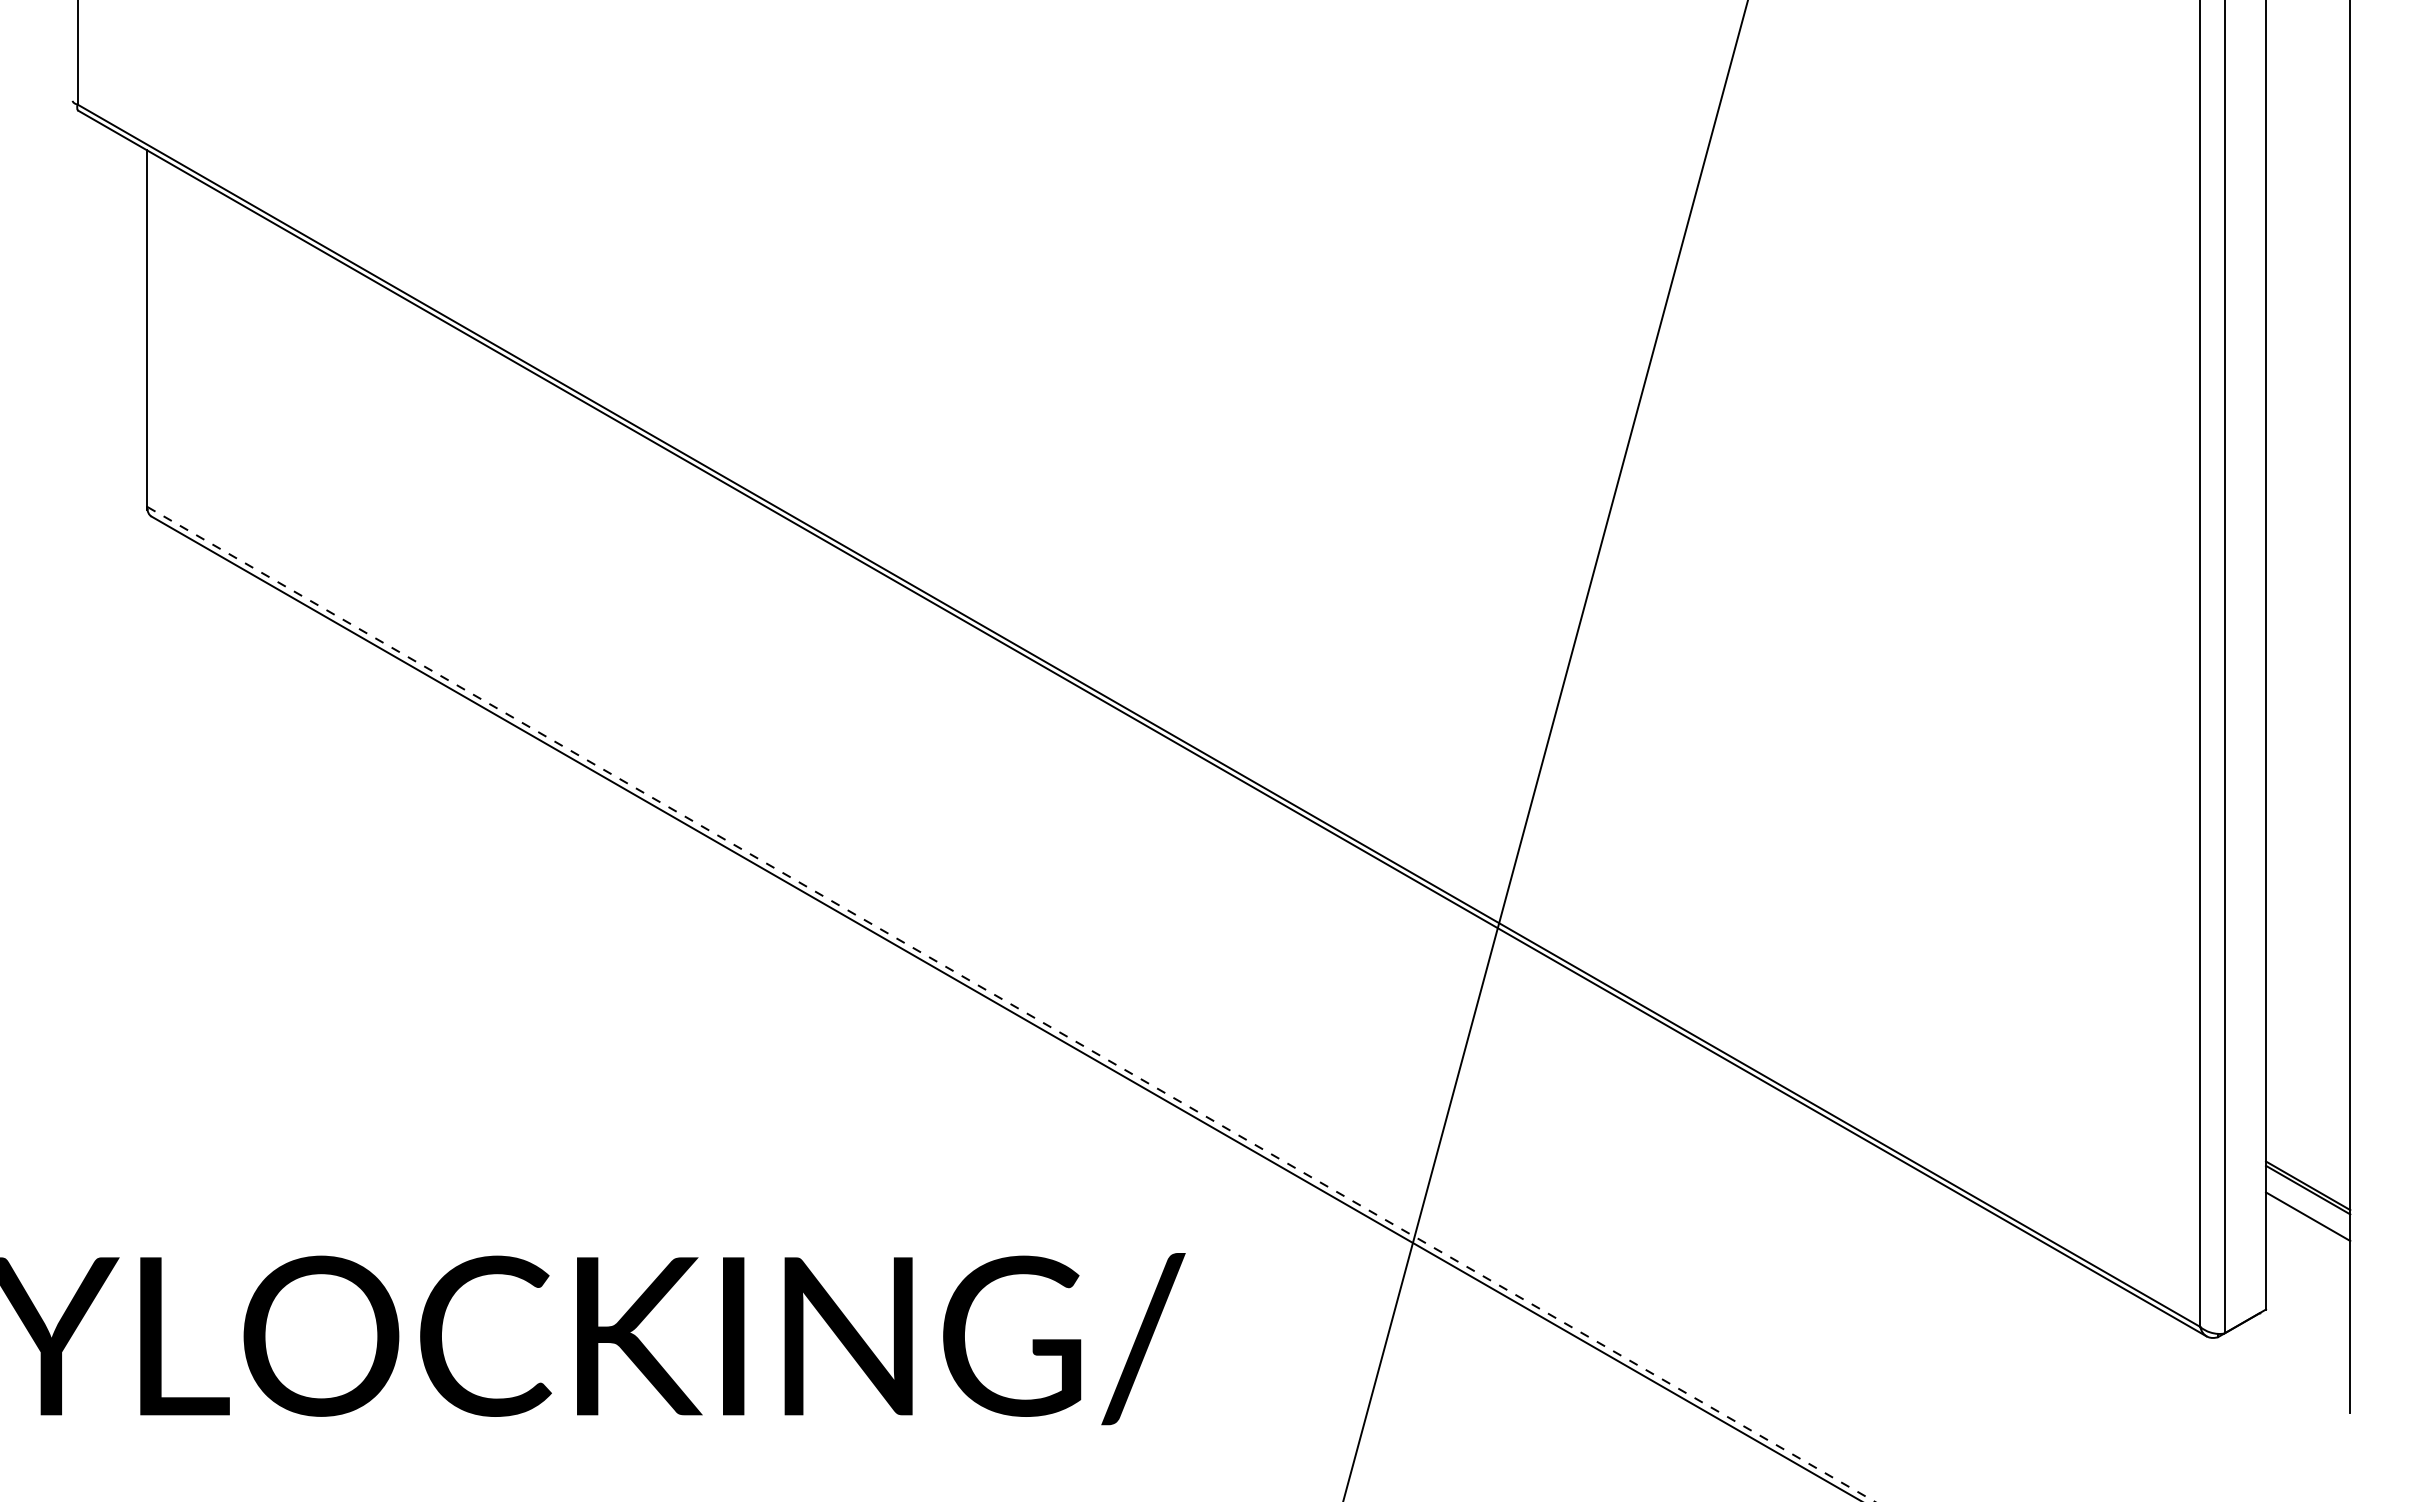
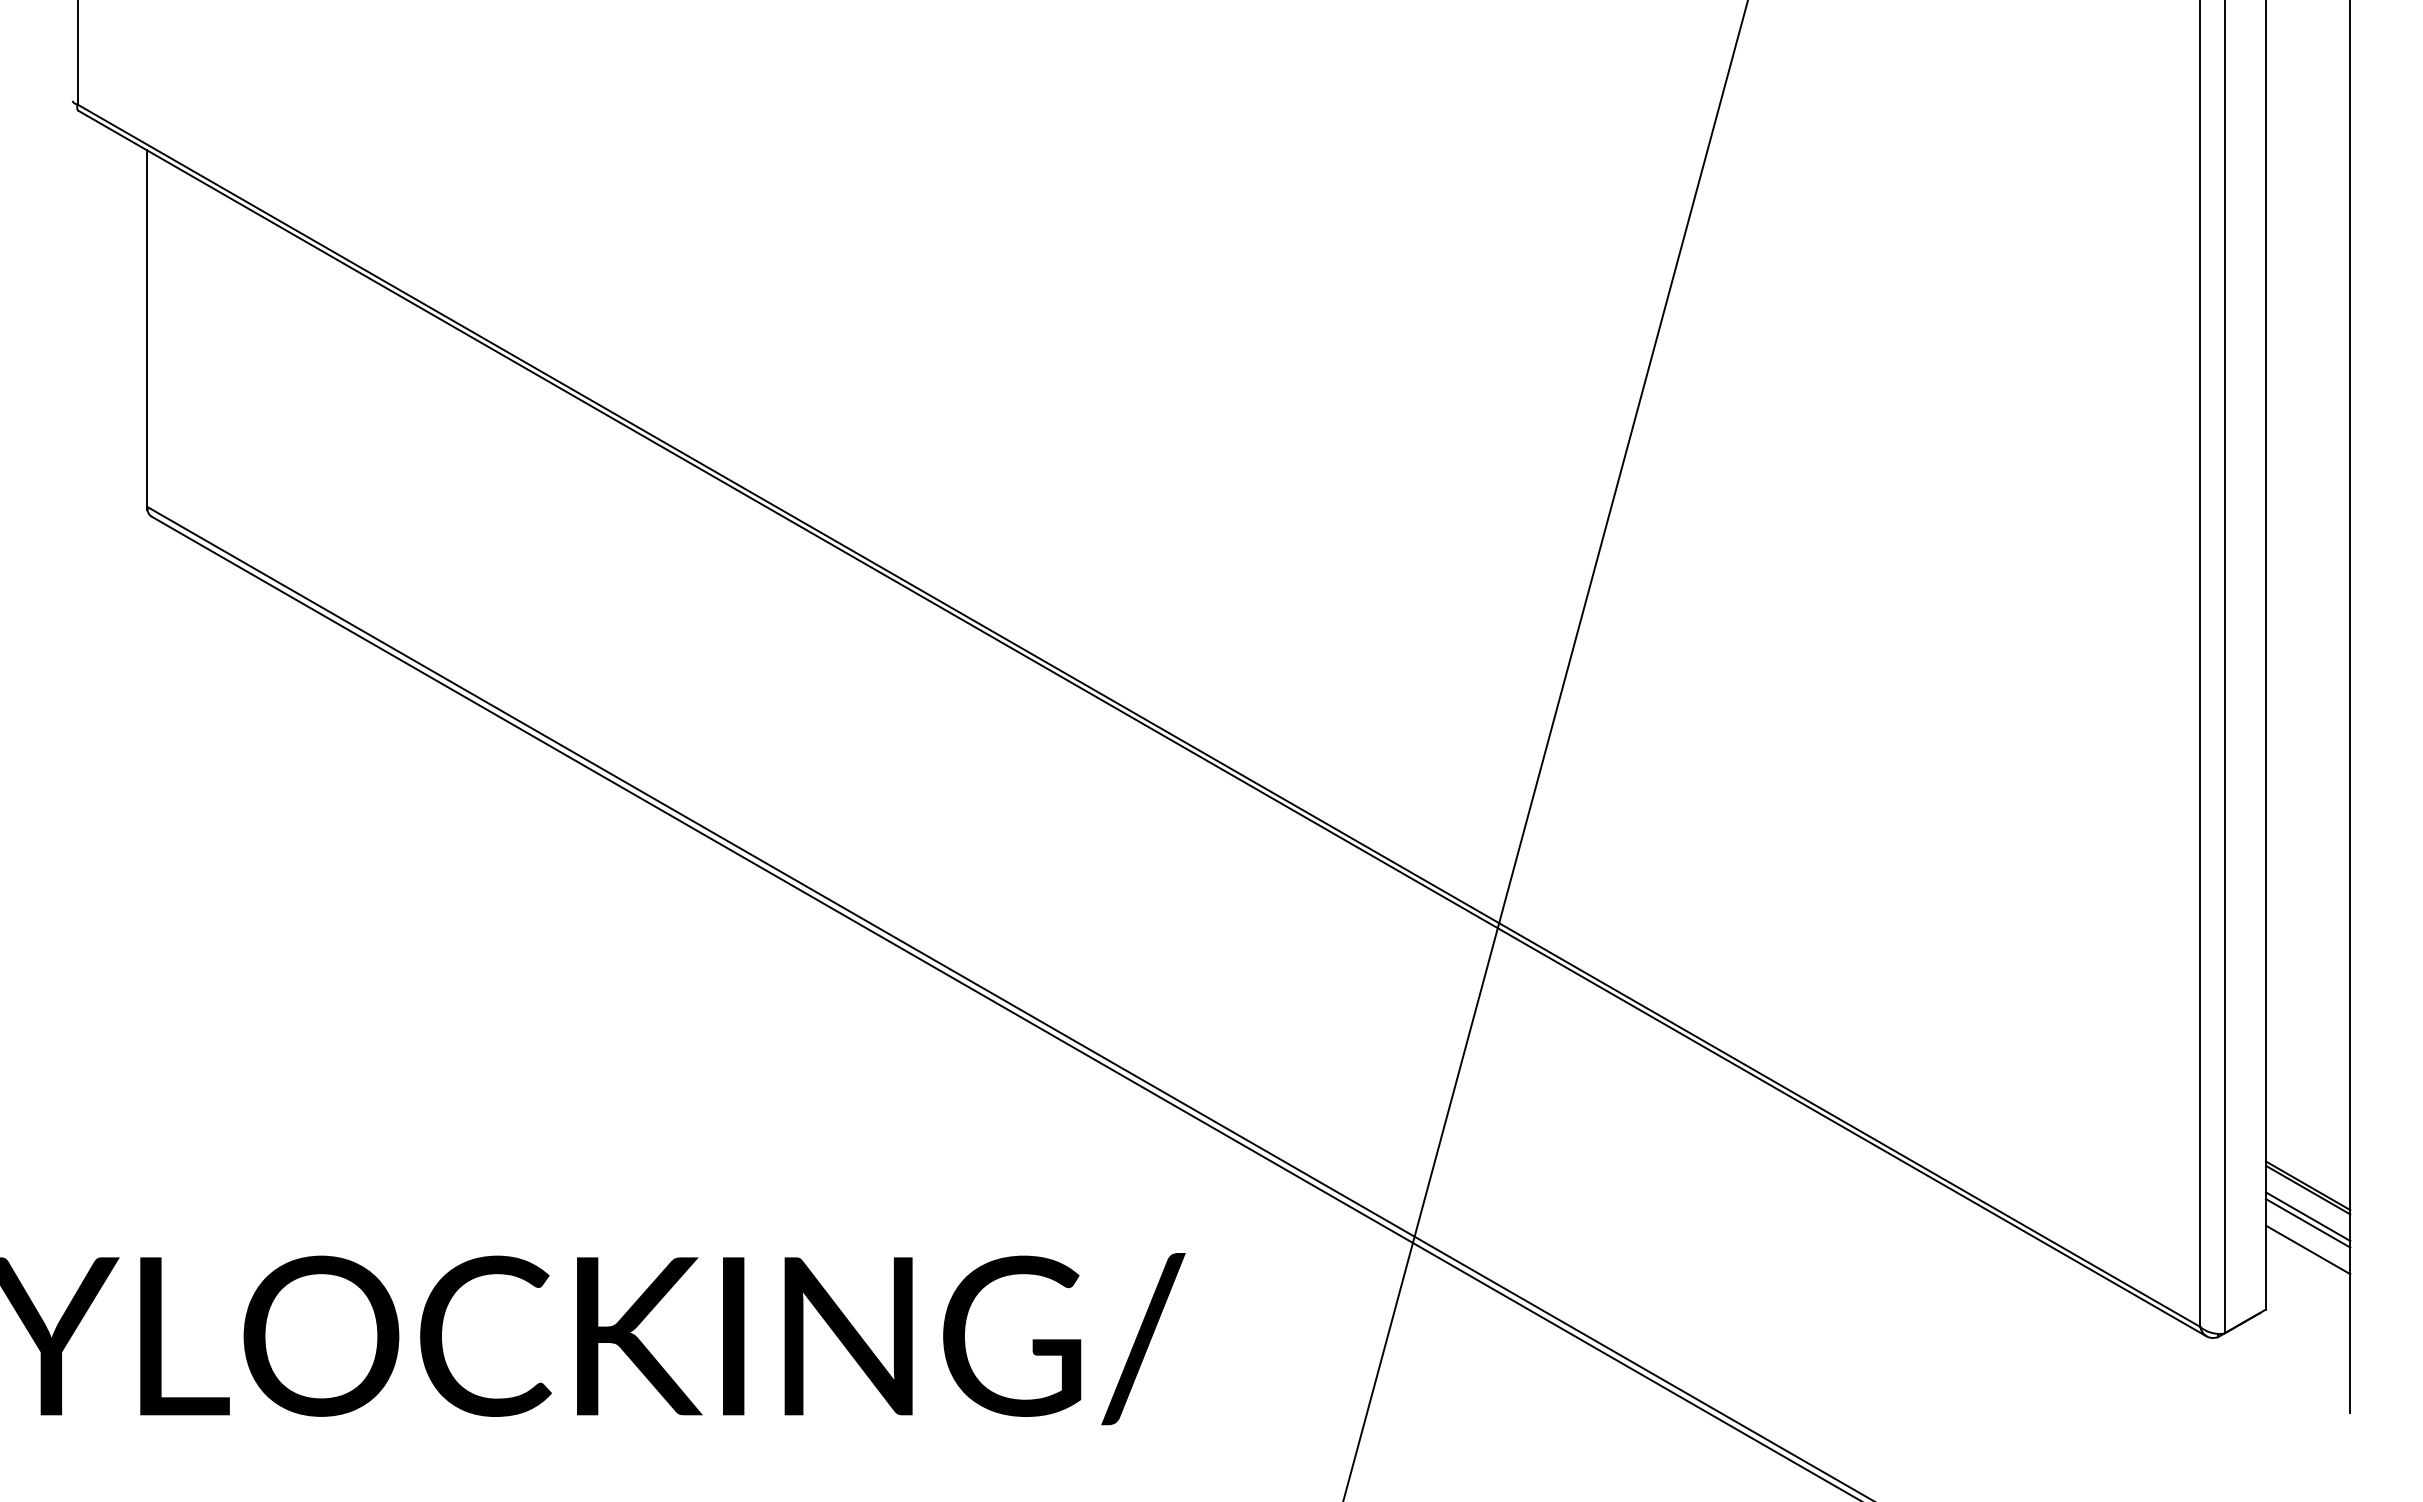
line at (1011, 1004): dashed -> solid
line at (2308, 1223): none -> present
line at (2308, 1249): none -> present
